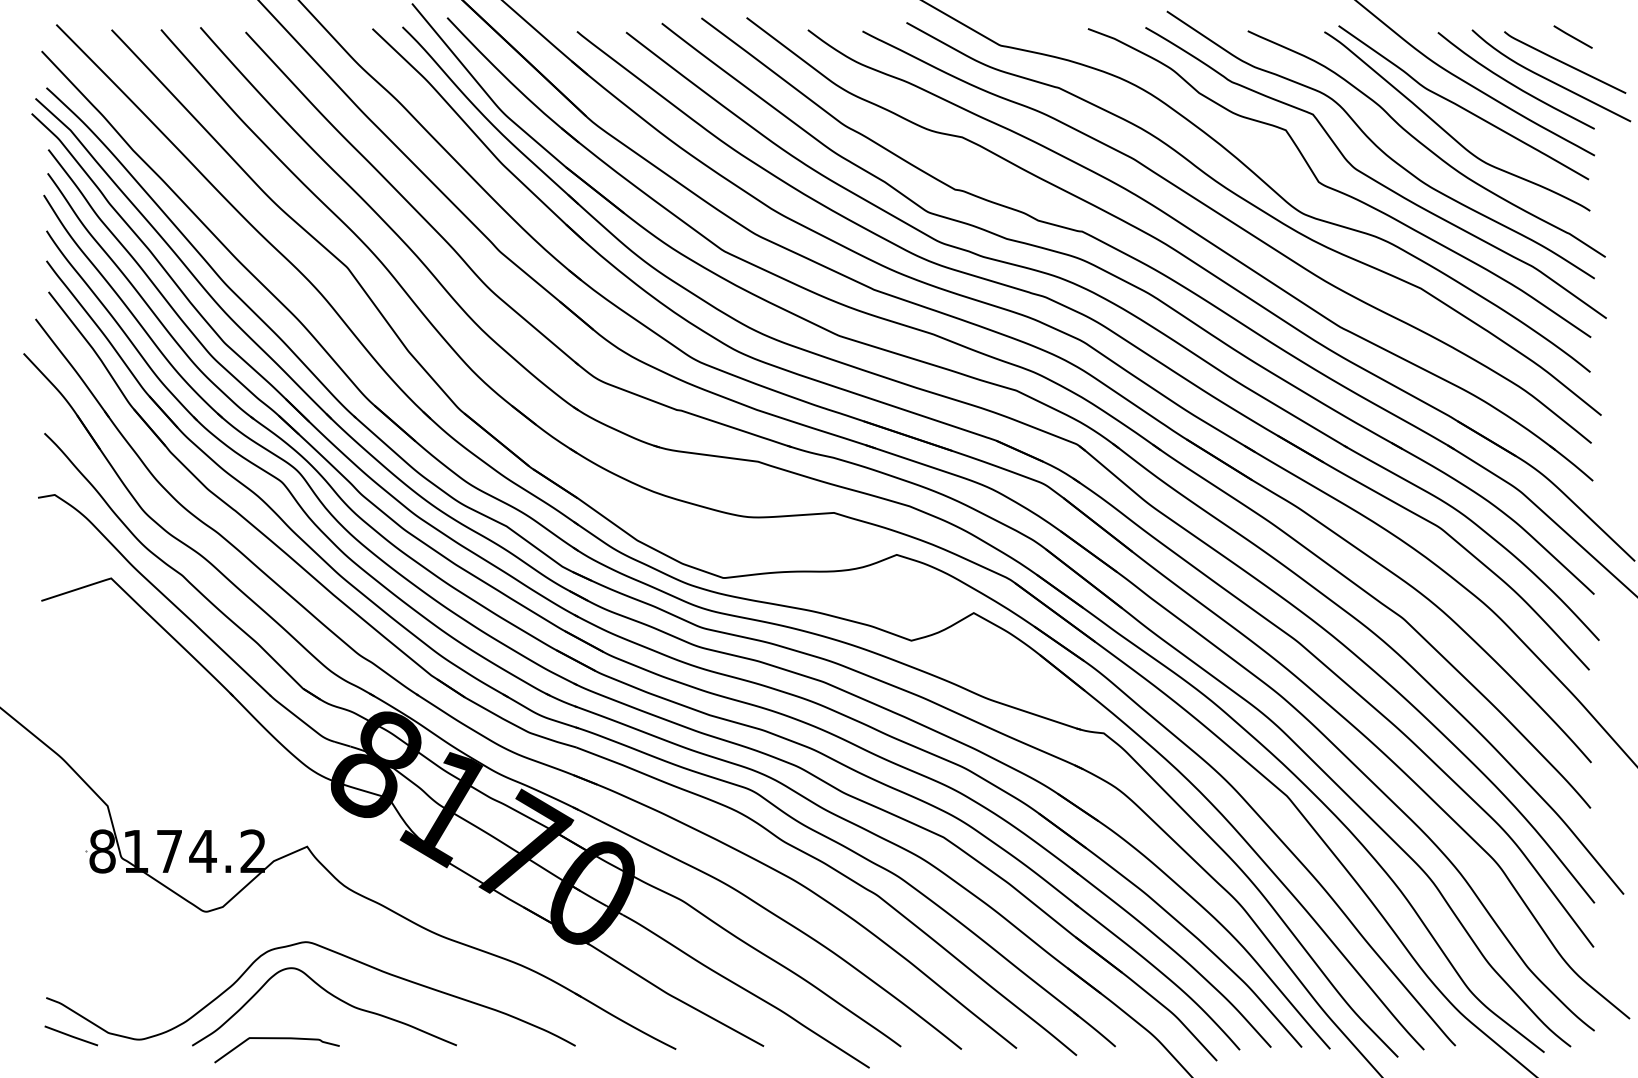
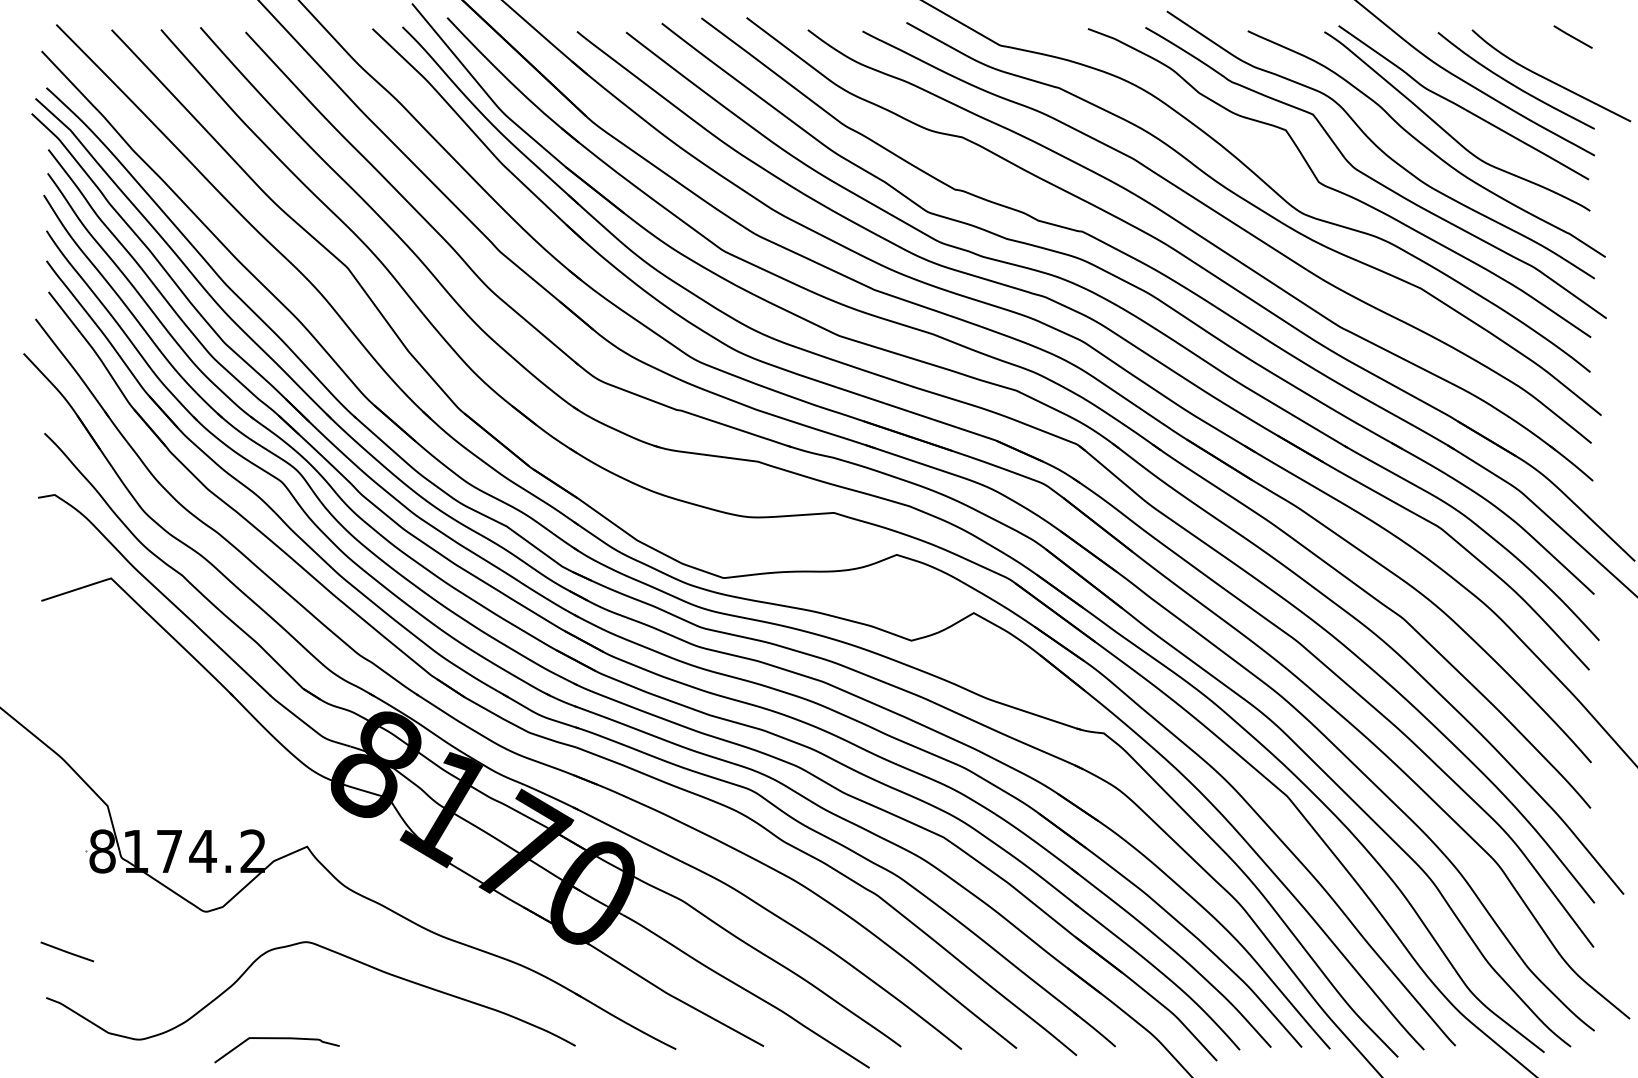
curve at (1565, 62): present -> none
curve at (332, 996): present -> none
line at (71, 1035) position: (71, 1035) -> (67, 951)
